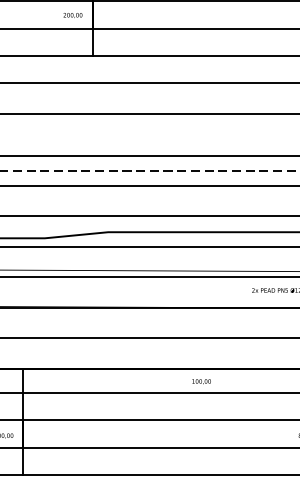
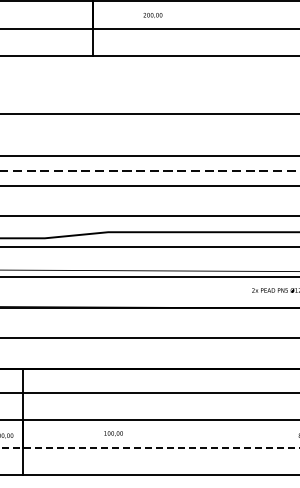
text at (72, 15) position: (72, 15) -> (152, 15)
line at (149, 83): present -> none
text at (201, 381) position: (201, 381) -> (113, 433)
line at (149, 447): solid -> dashed
